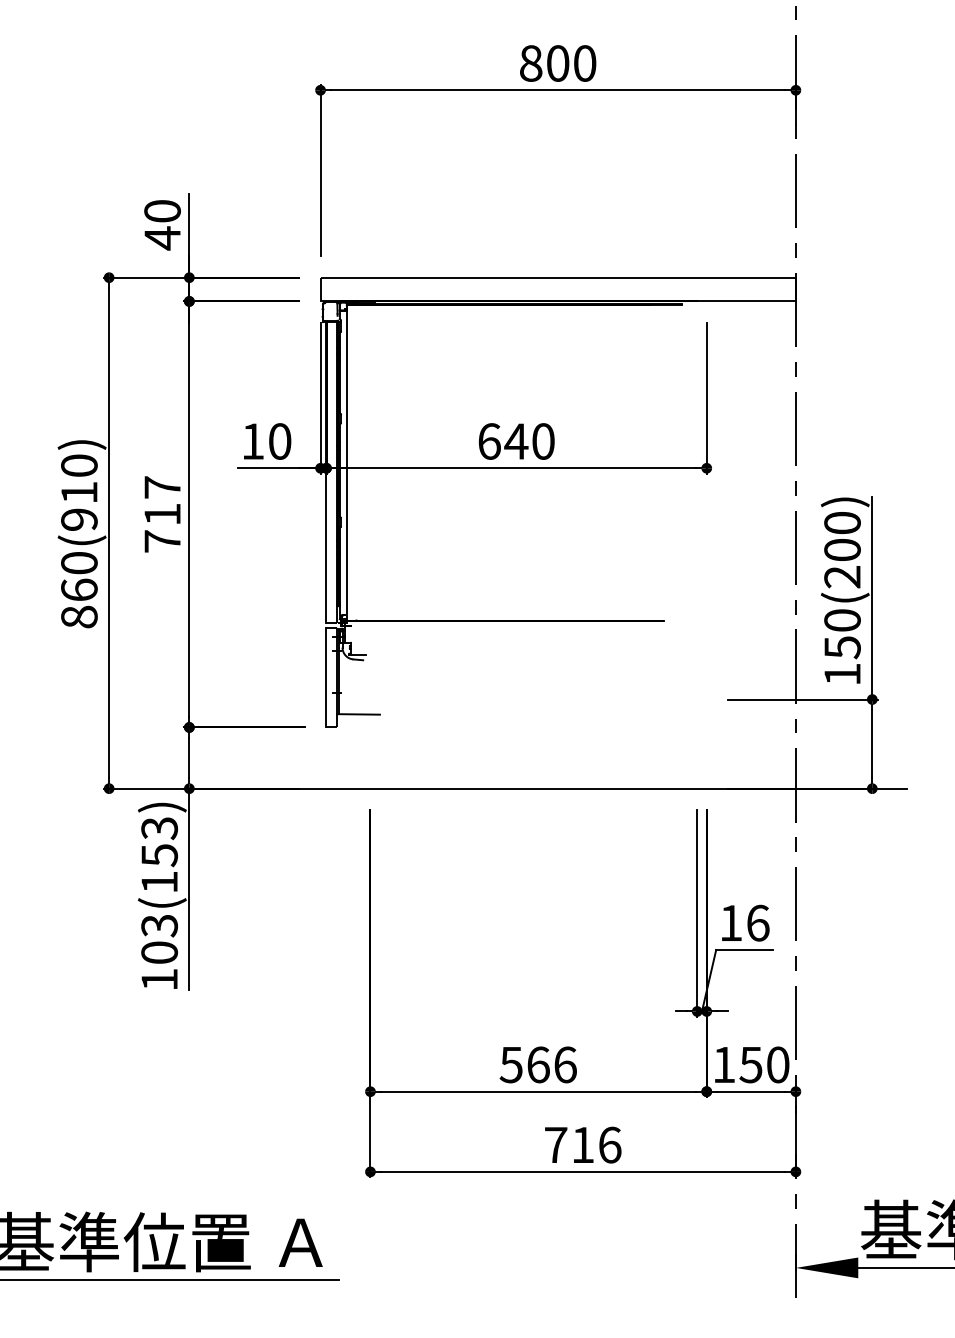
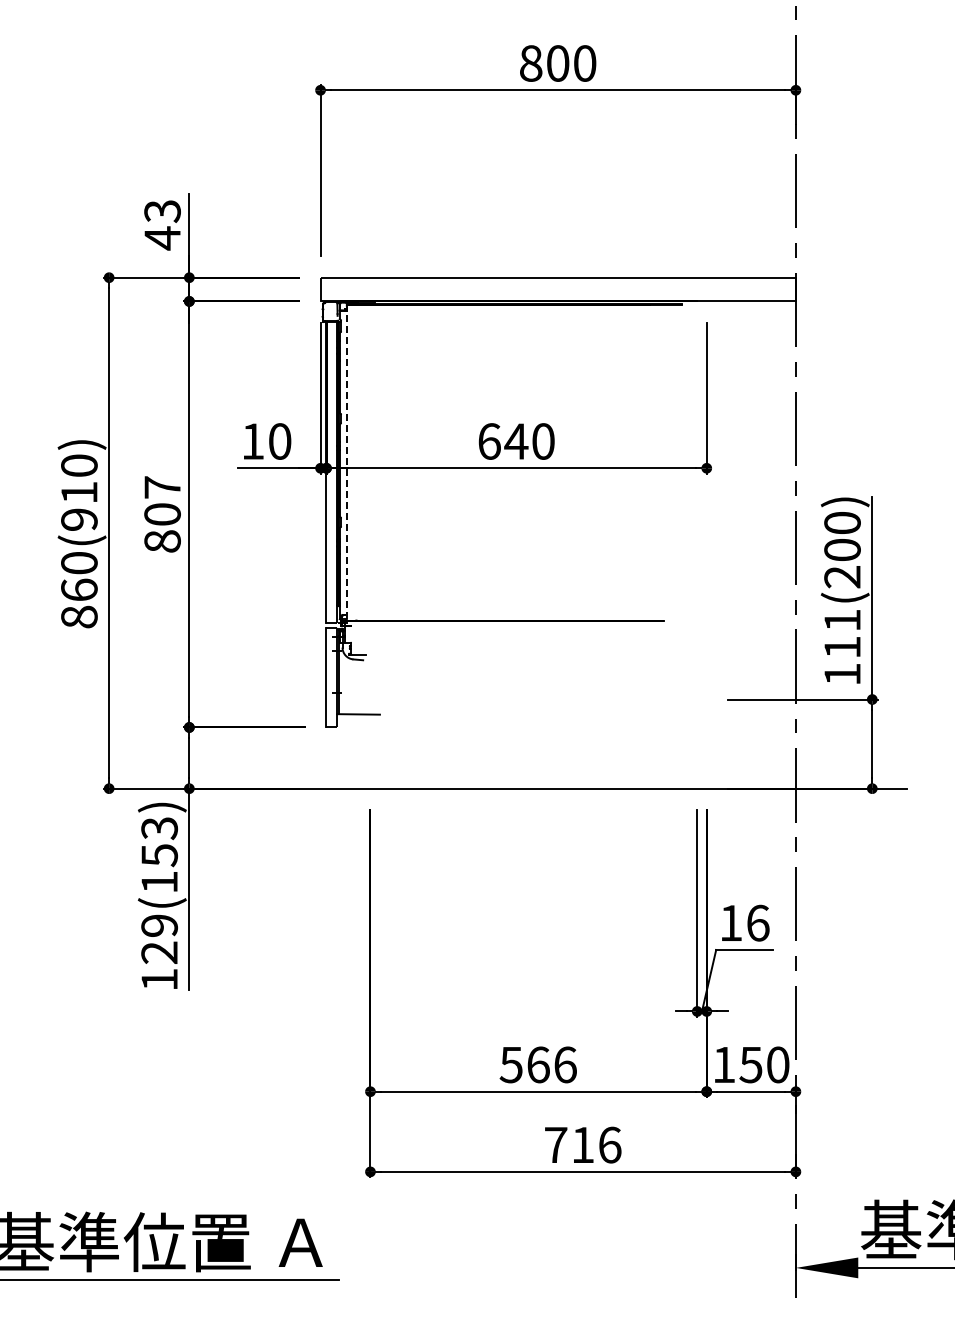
text at (162, 211): 40 -> 43
line at (346, 462): solid -> dashed
text at (162, 527): 717 -> 807
text at (842, 634): 150(200) -> 111(200)
text at (159, 938): 103(153) -> 129(153)
